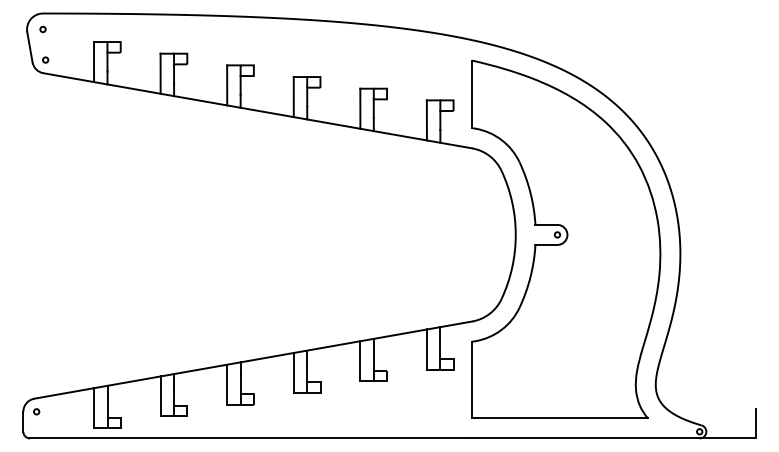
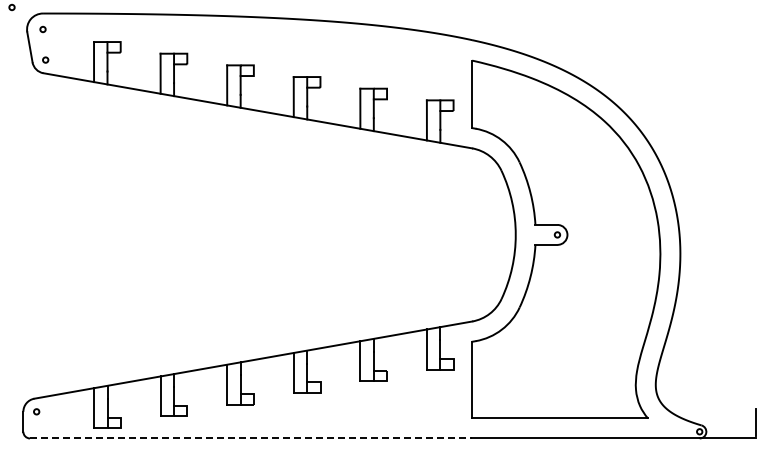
circle at (11, 7): none -> present
line at (251, 438): solid -> dashed
